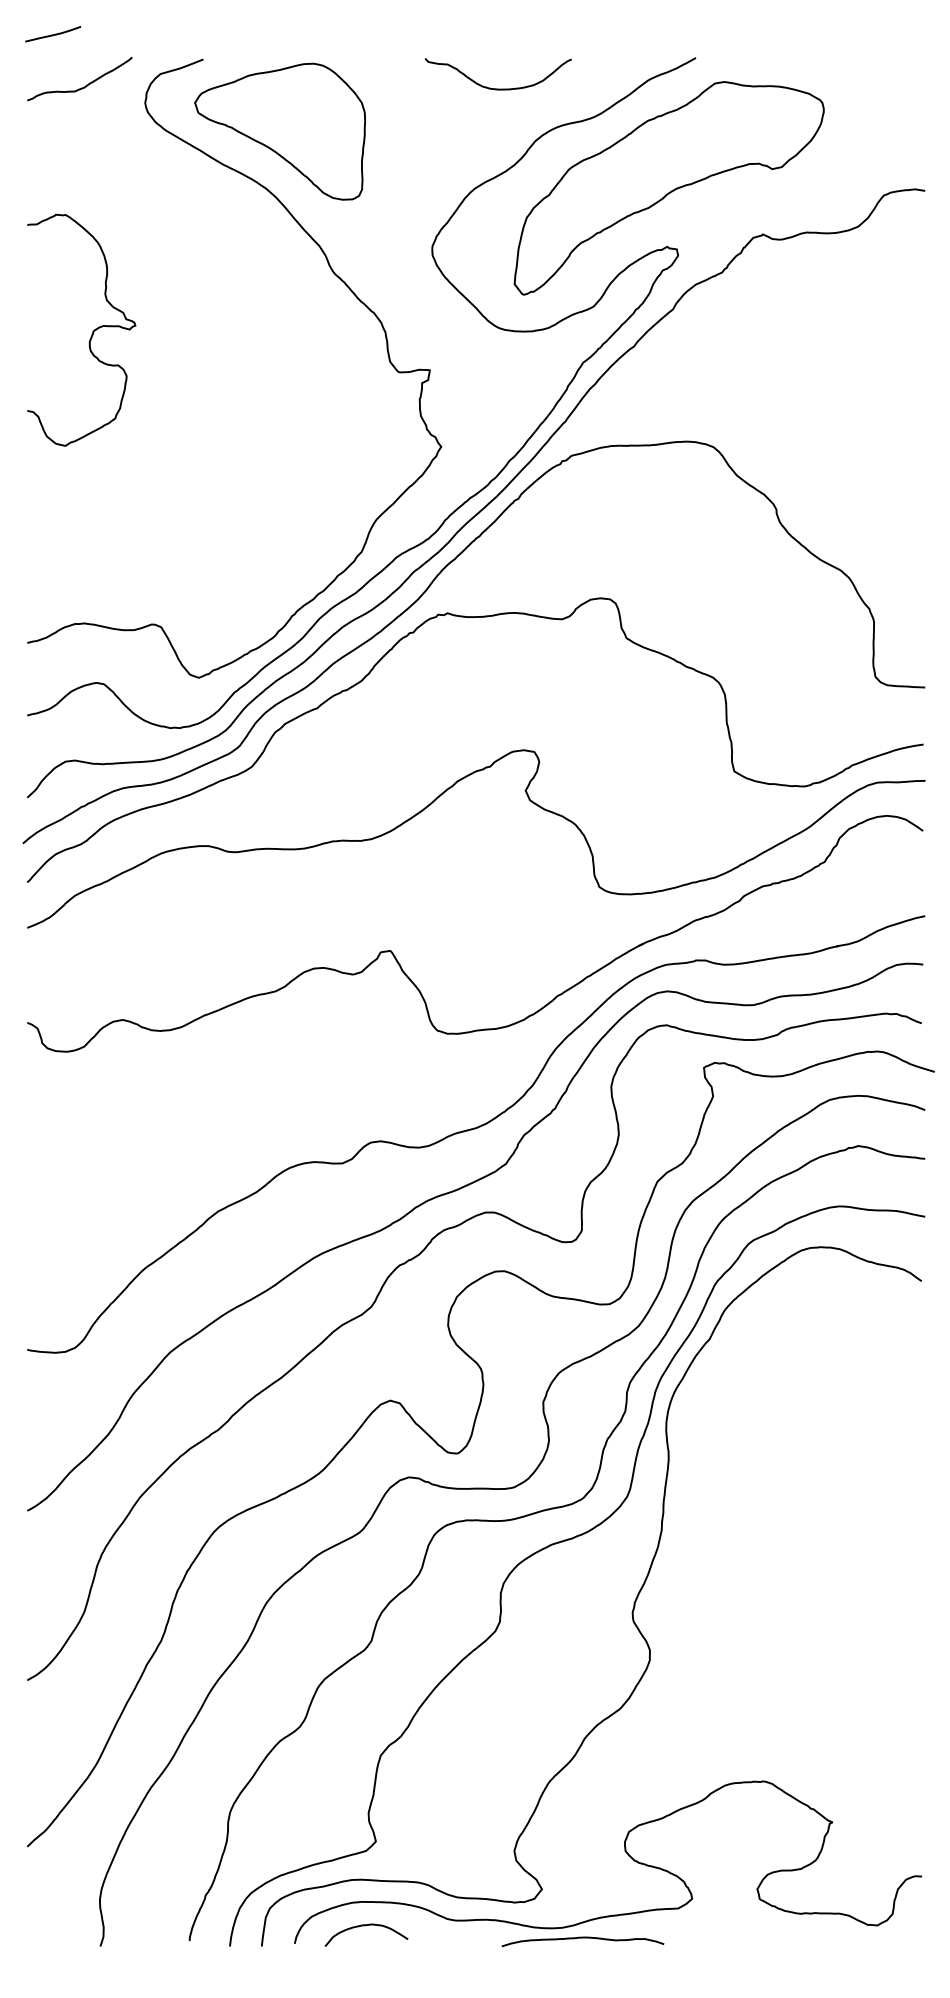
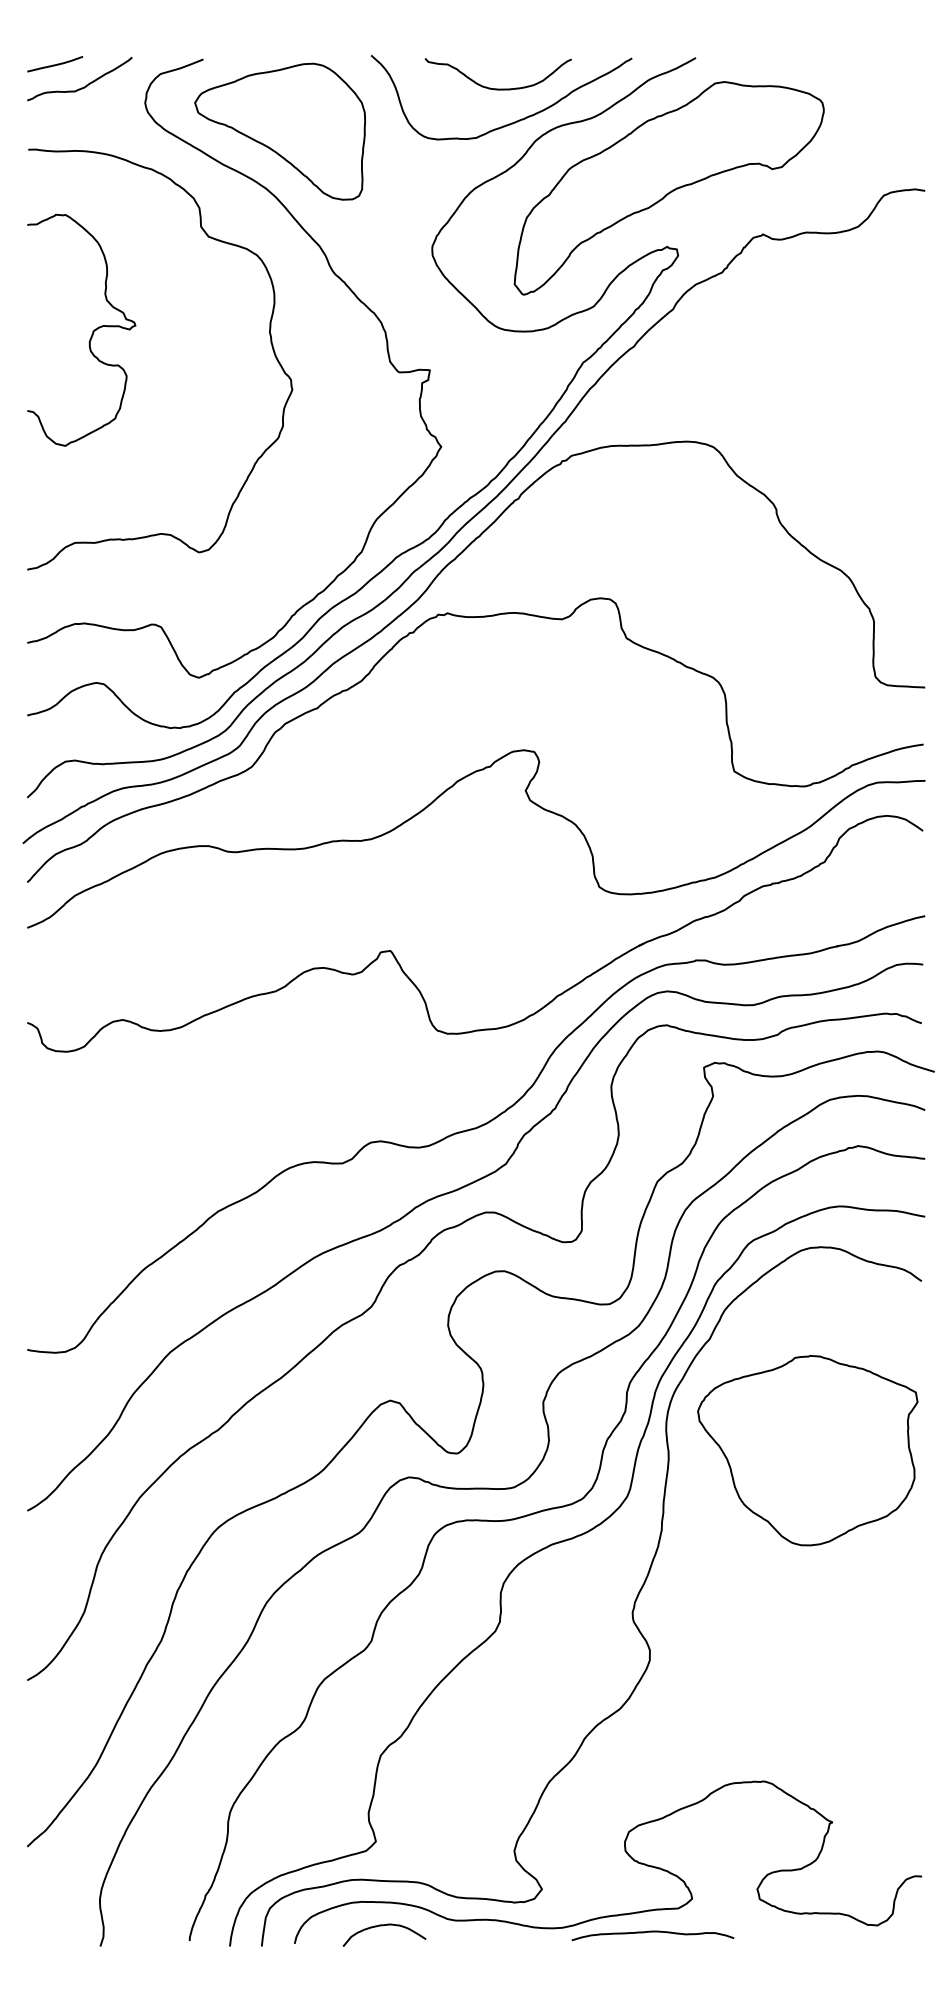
curve at (53, 34) position: (53, 34) -> (55, 64)
curve at (511, 122): none -> present
curve at (270, 343): none -> present
part at (807, 1450): none -> present
curve at (365, 1926) position: (365, 1926) -> (383, 1926)
curve at (582, 1938) position: (582, 1938) -> (652, 1932)
